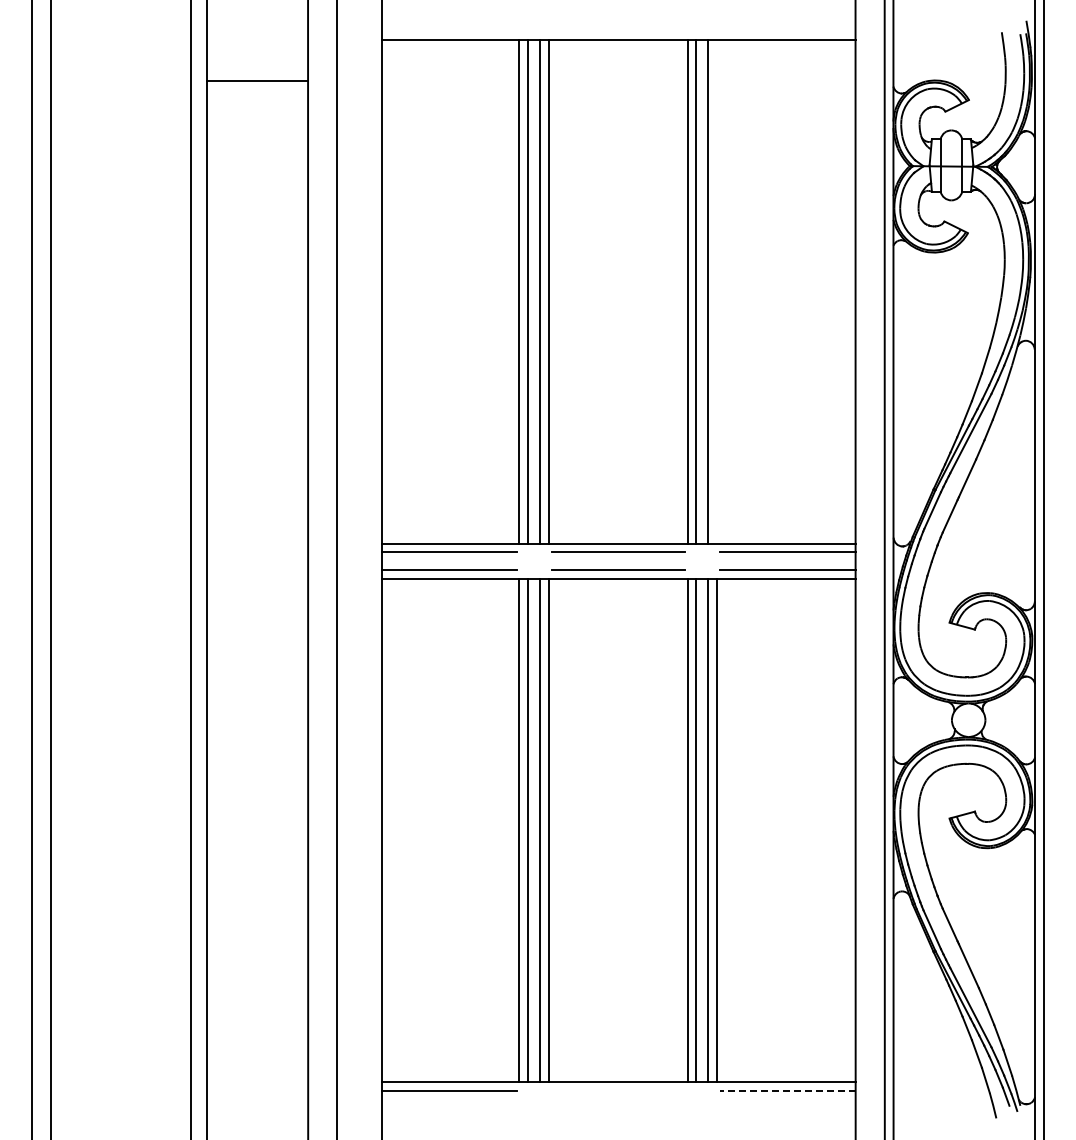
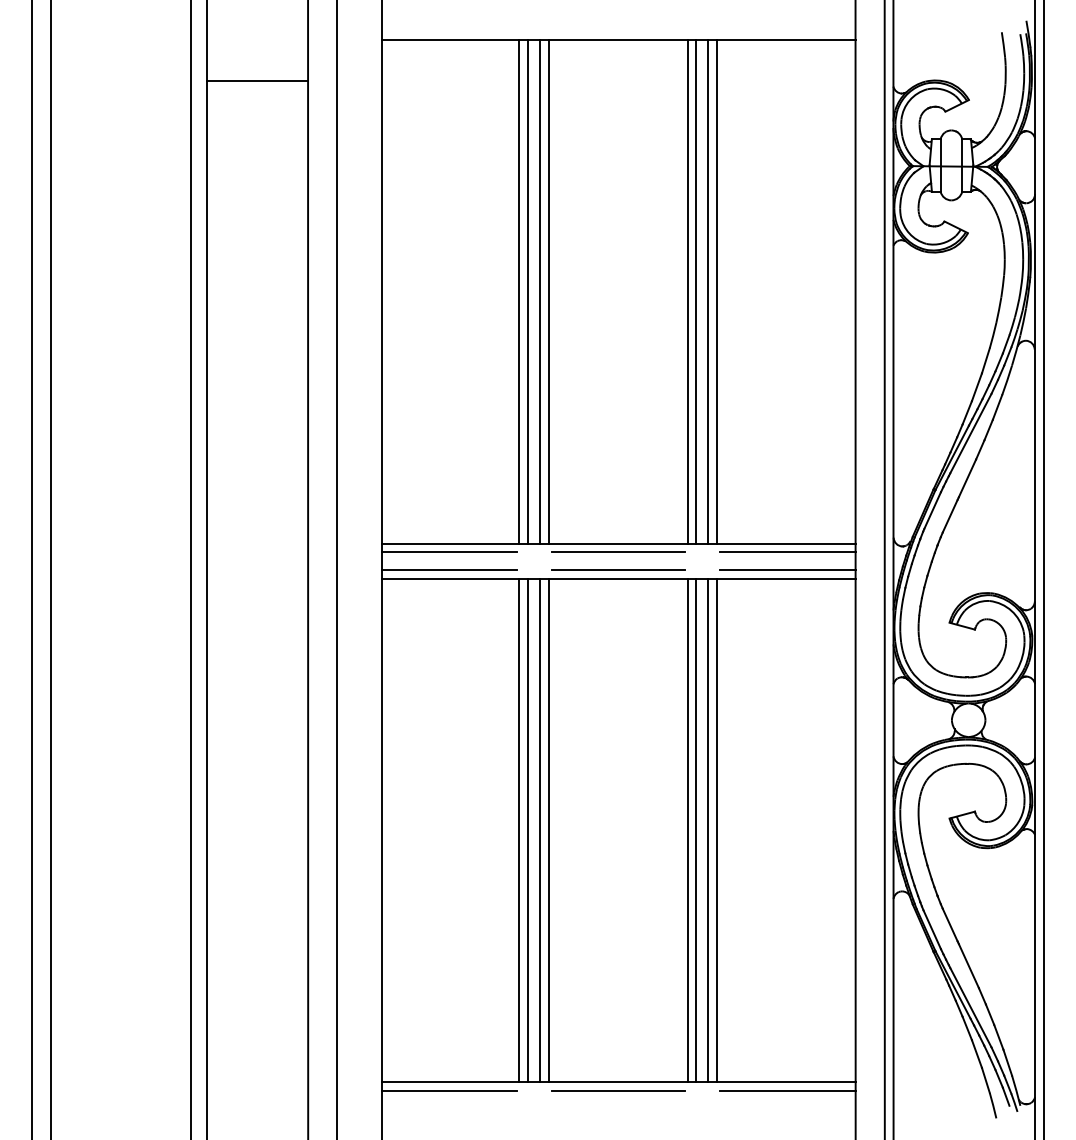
line at (716, 291): none -> present
line at (618, 1090): none -> present
line at (787, 1090): dashed -> solid
